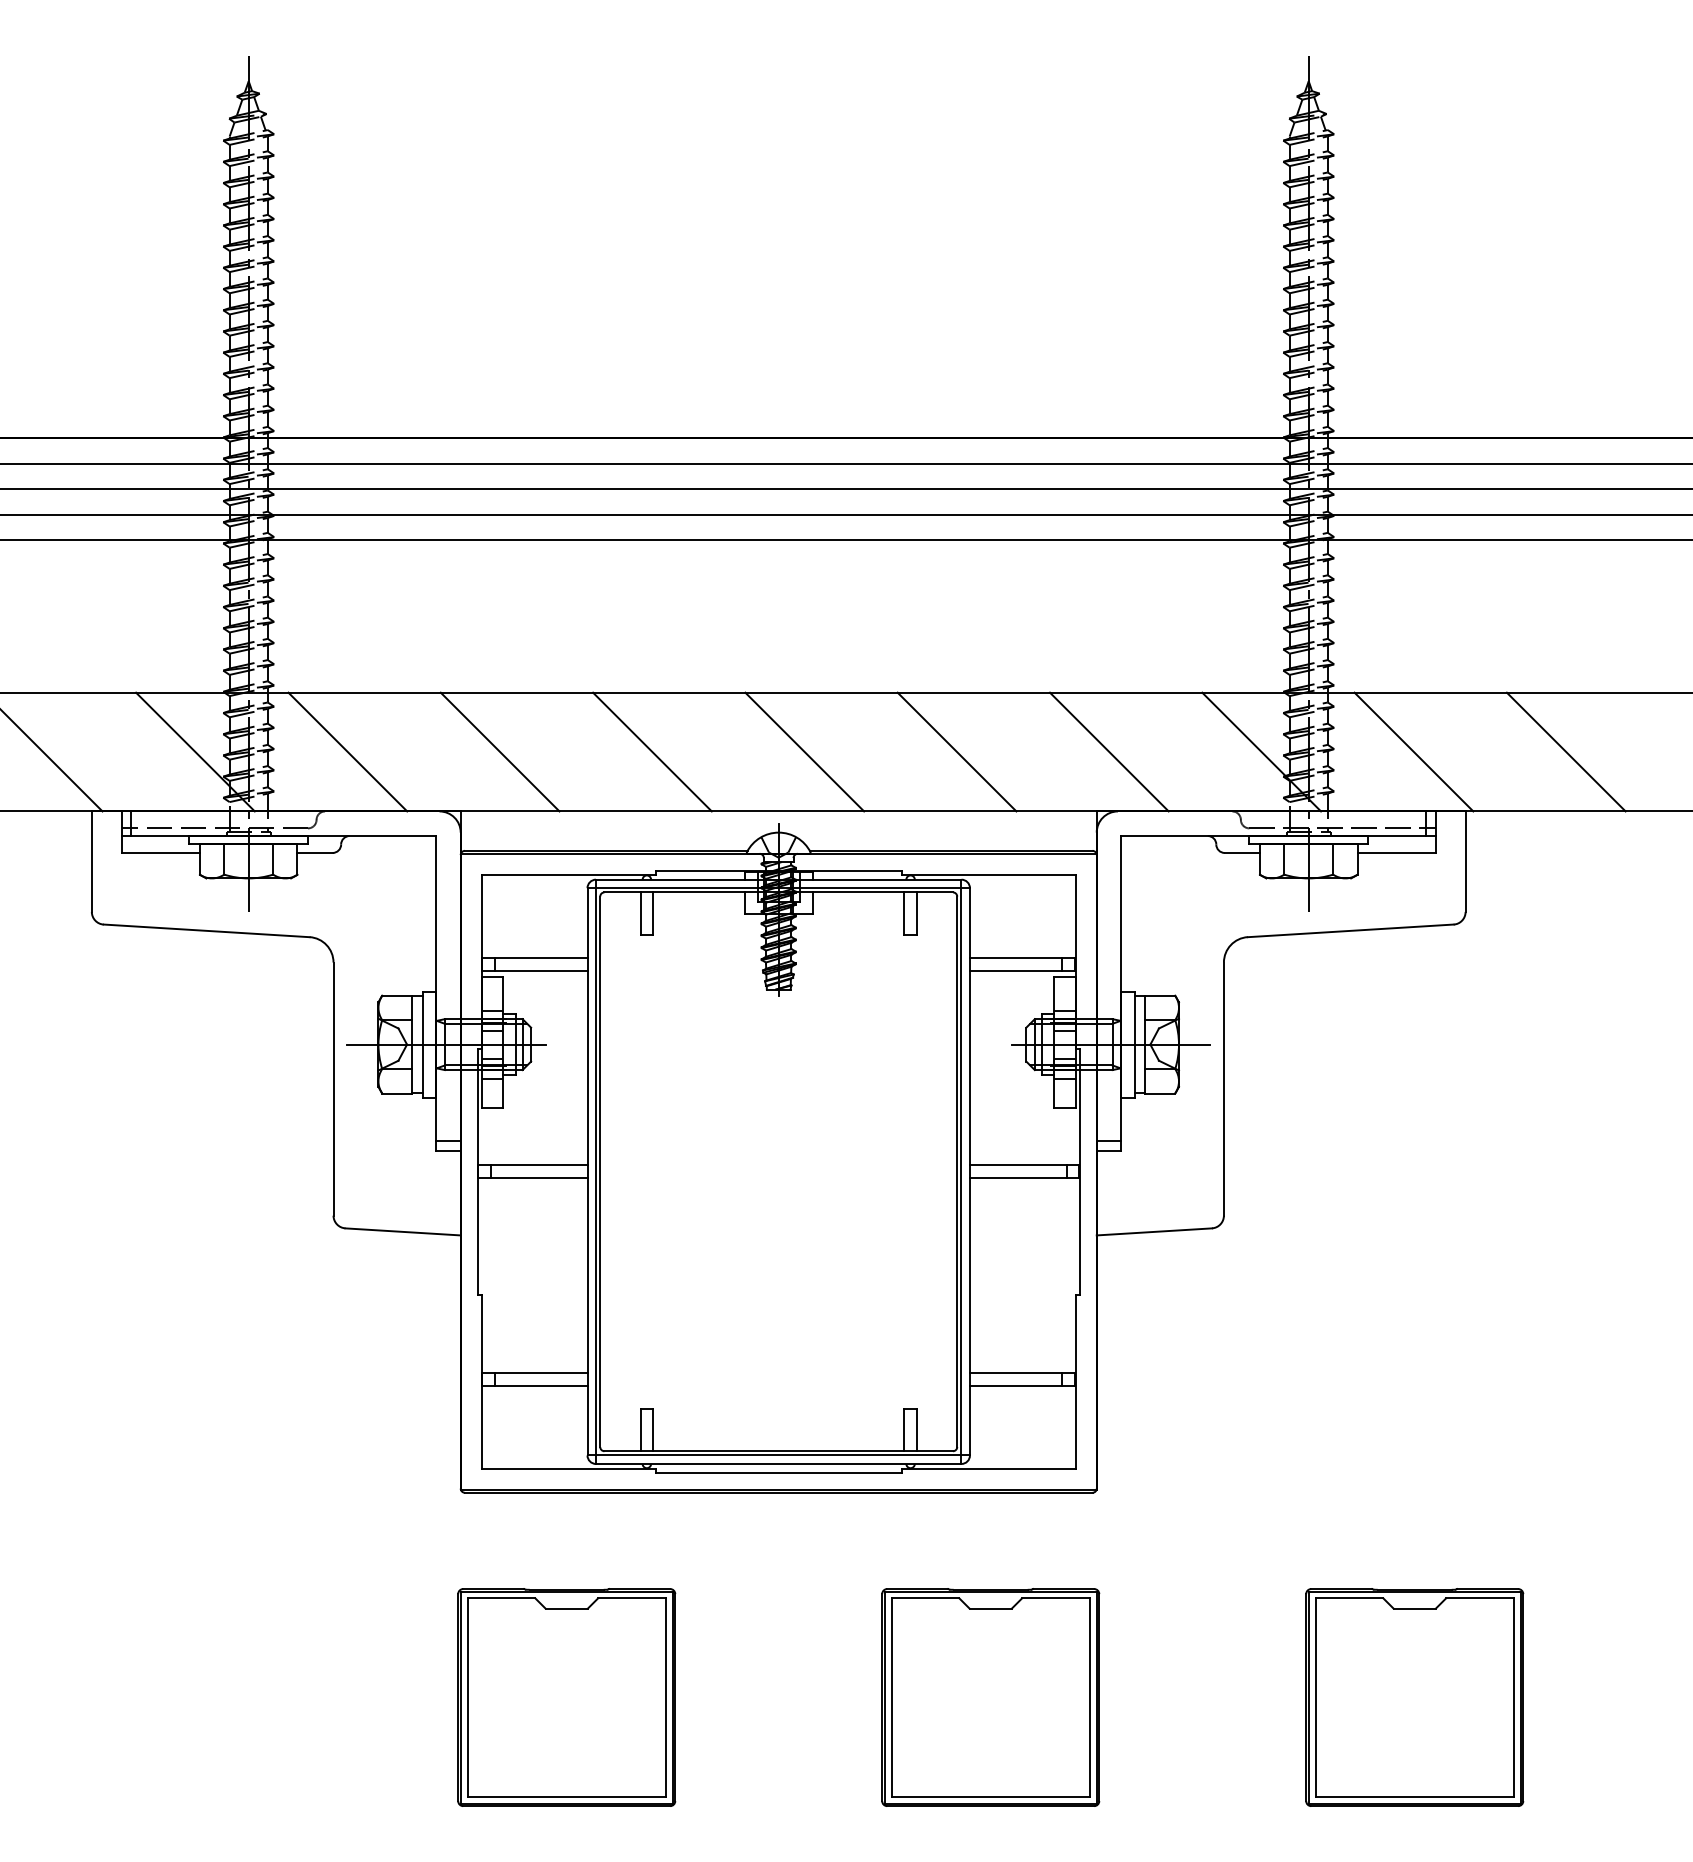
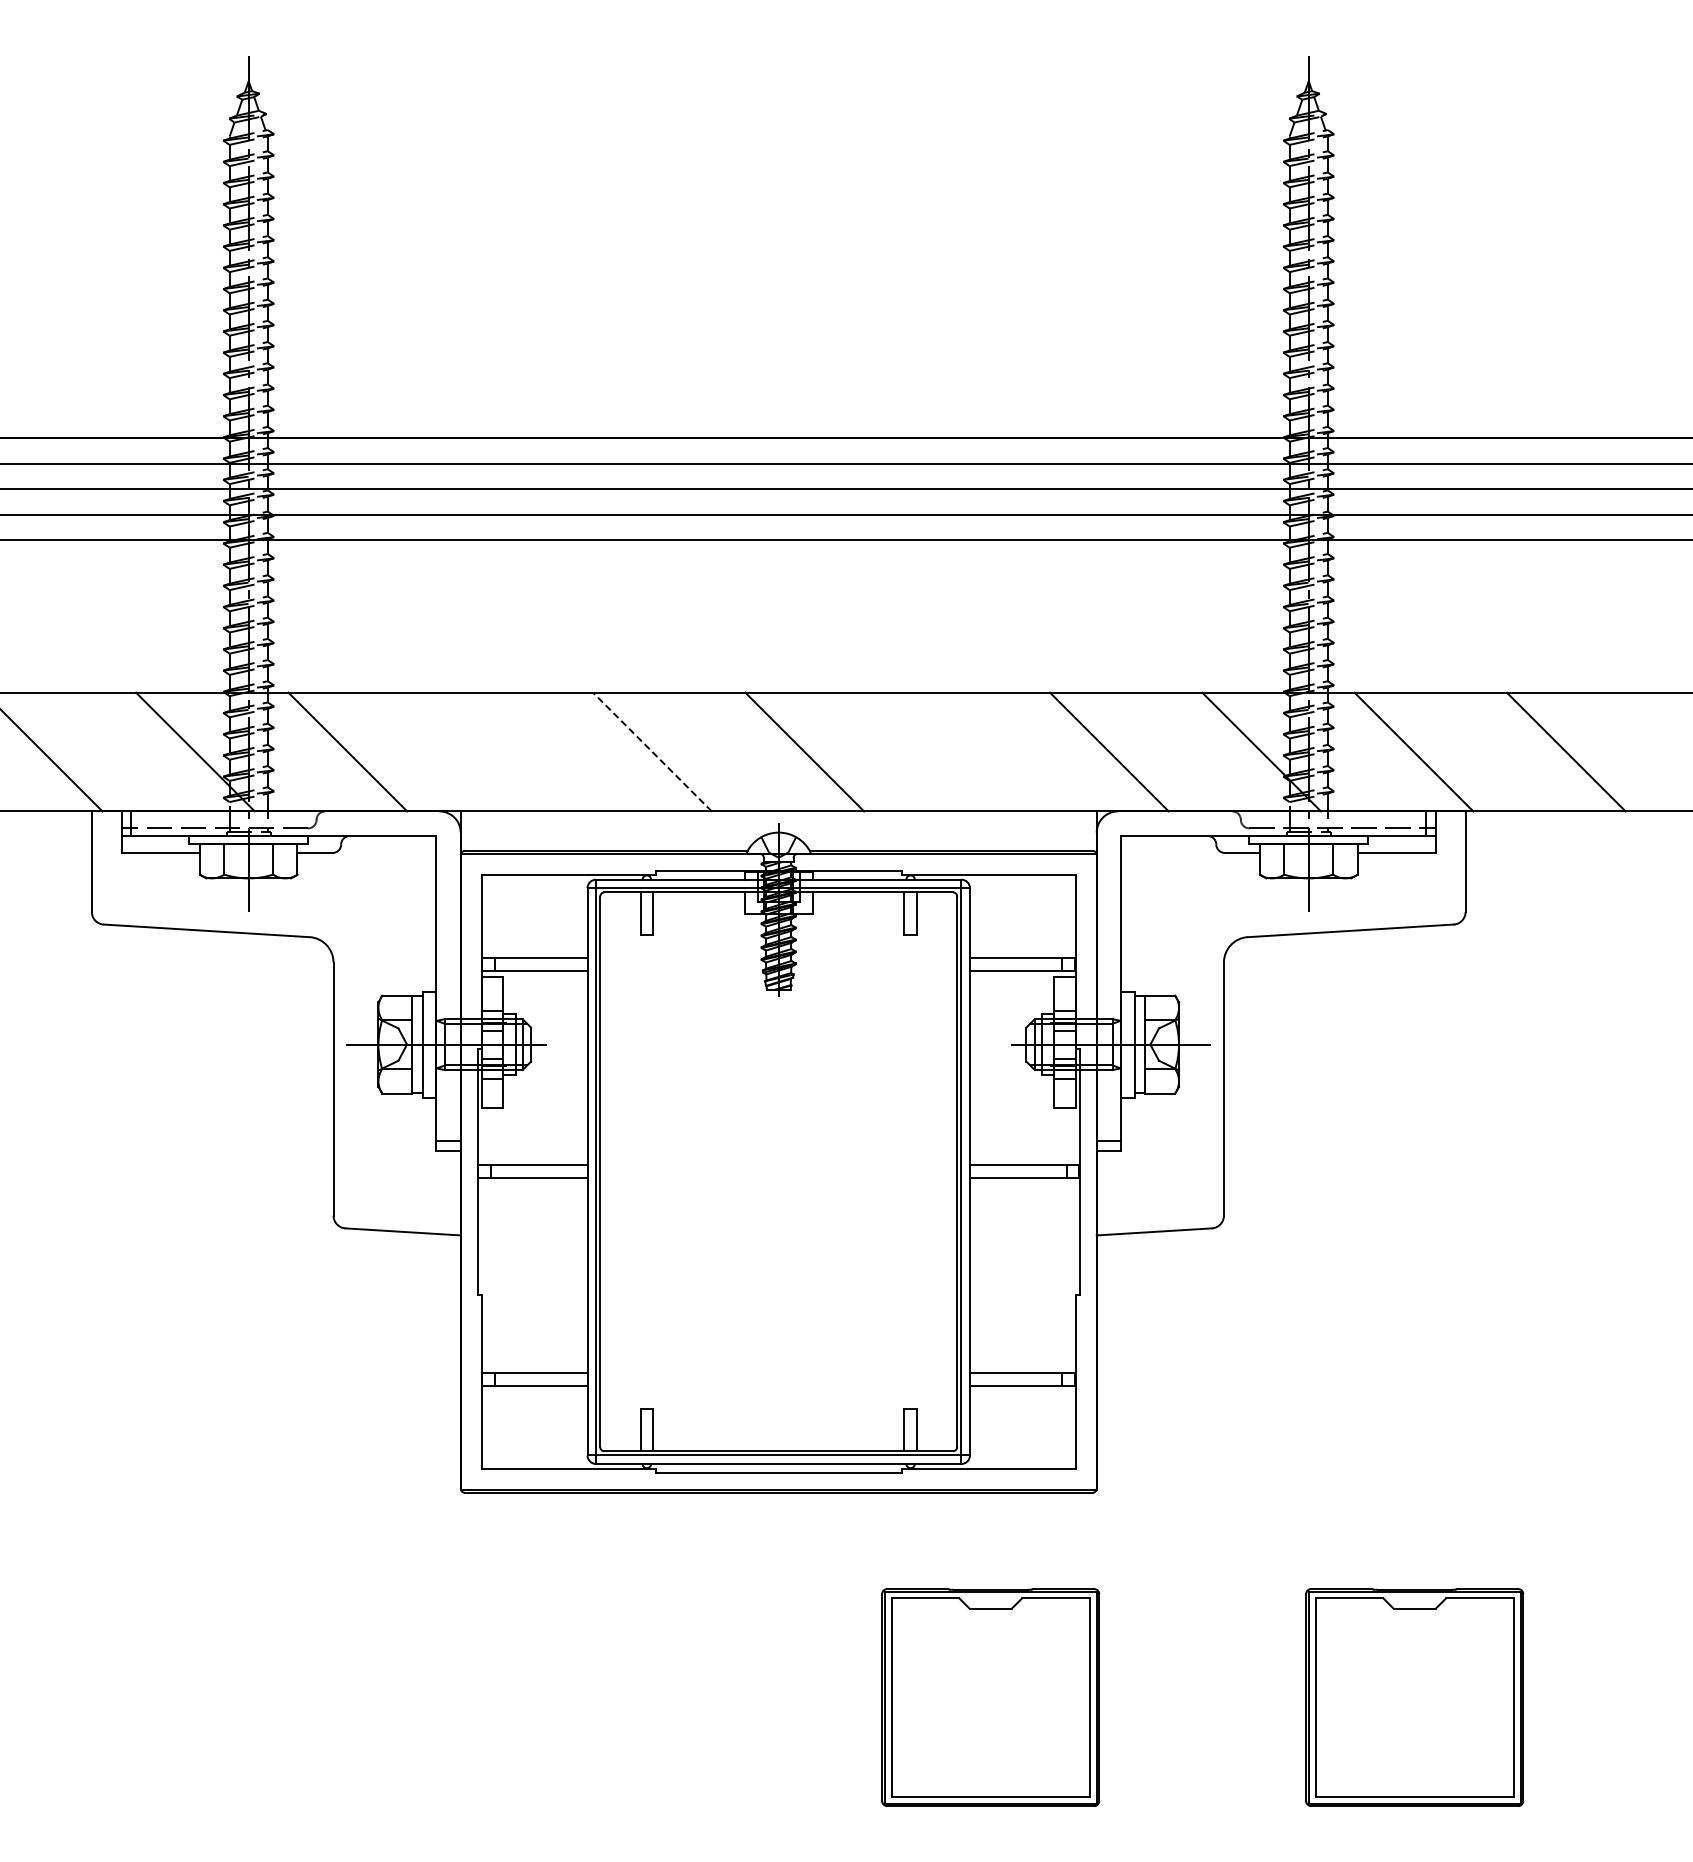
line at (499, 751): present -> none
line at (956, 751): present -> none
line at (652, 752): solid -> dashed
part at (566, 1697): present -> none
